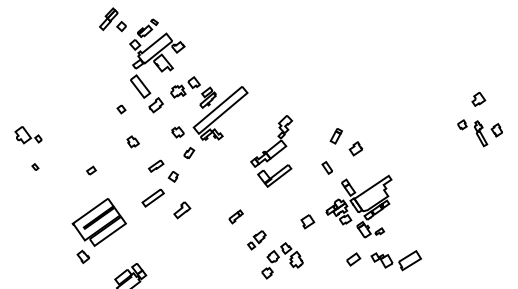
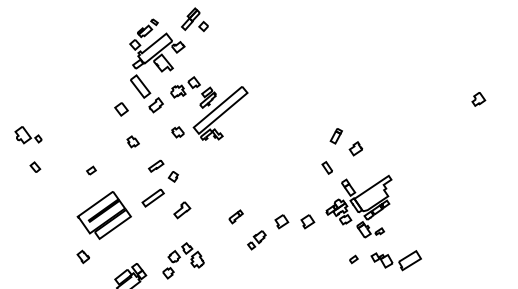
part at (112, 19) position: (112, 19) -> (194, 19)
part at (121, 109) size: 11x11 px -> 15x15 px
part at (479, 133): present -> none
part at (271, 151): present -> none
part at (189, 152): present -> none
part at (35, 166) size: 9x8 px -> 13x12 px
part at (281, 221): none -> present
part at (98, 222) position: (98, 222) -> (103, 215)
part at (353, 259) size: 16x15 px -> 10x11 px
part at (282, 260) position: (282, 260) -> (183, 260)
